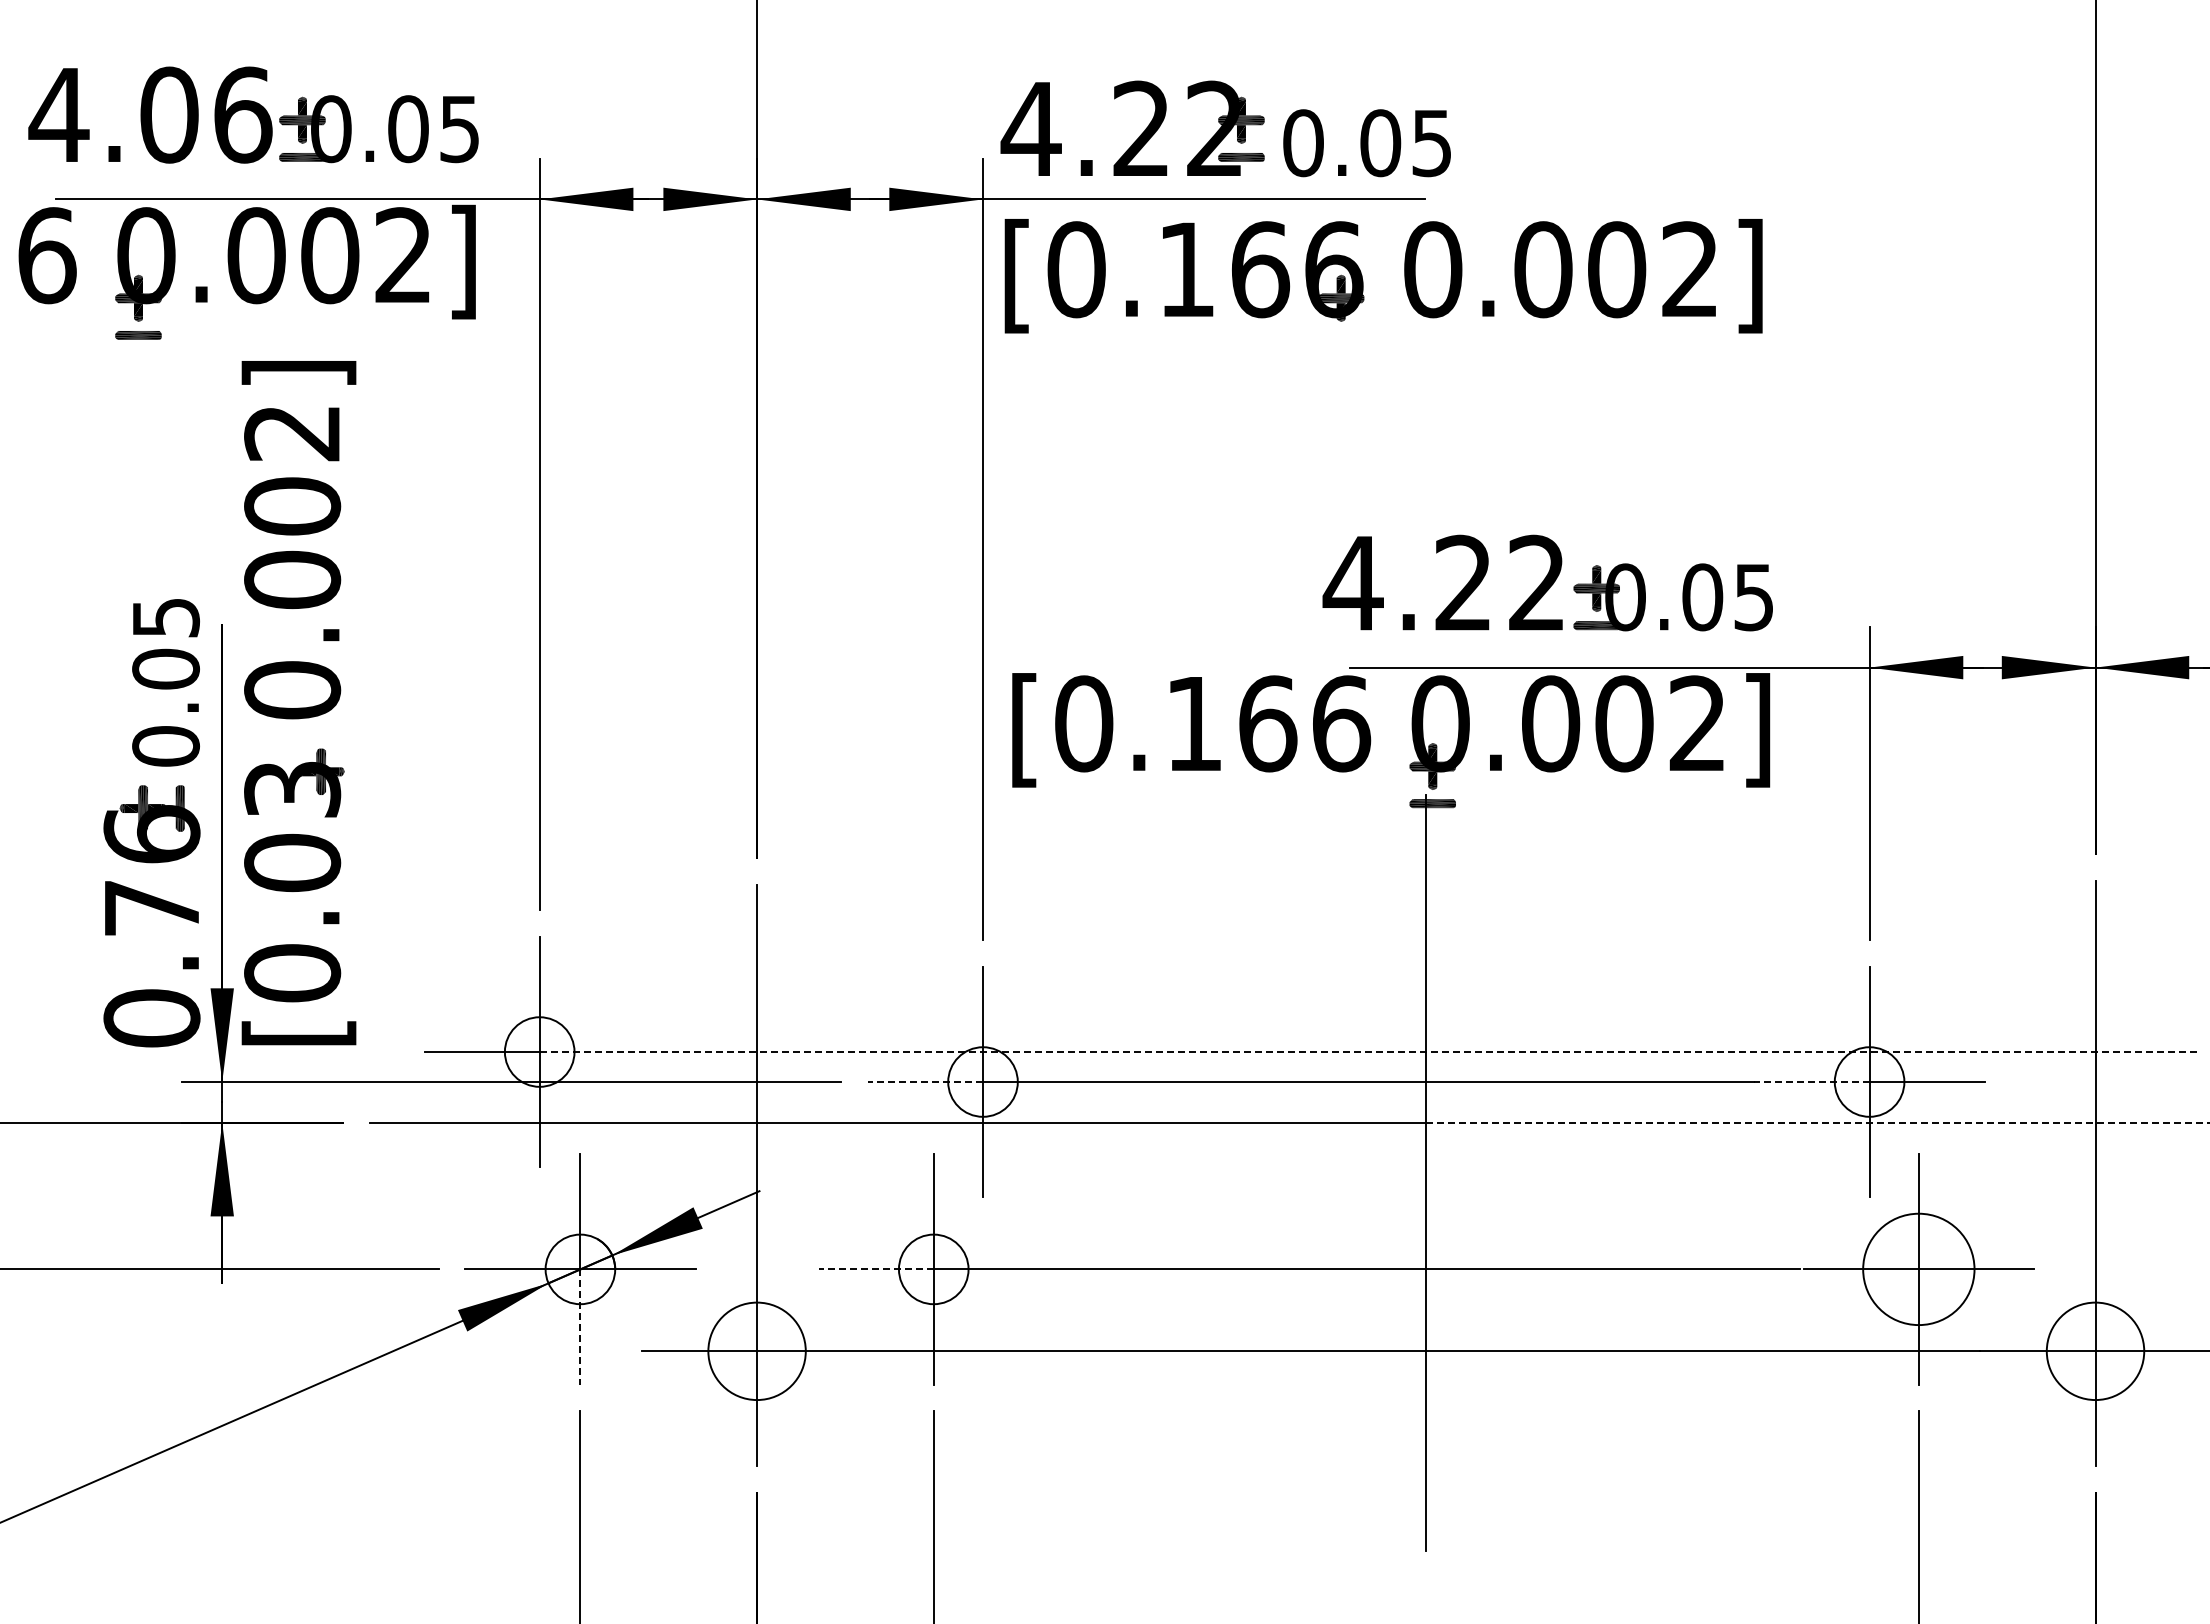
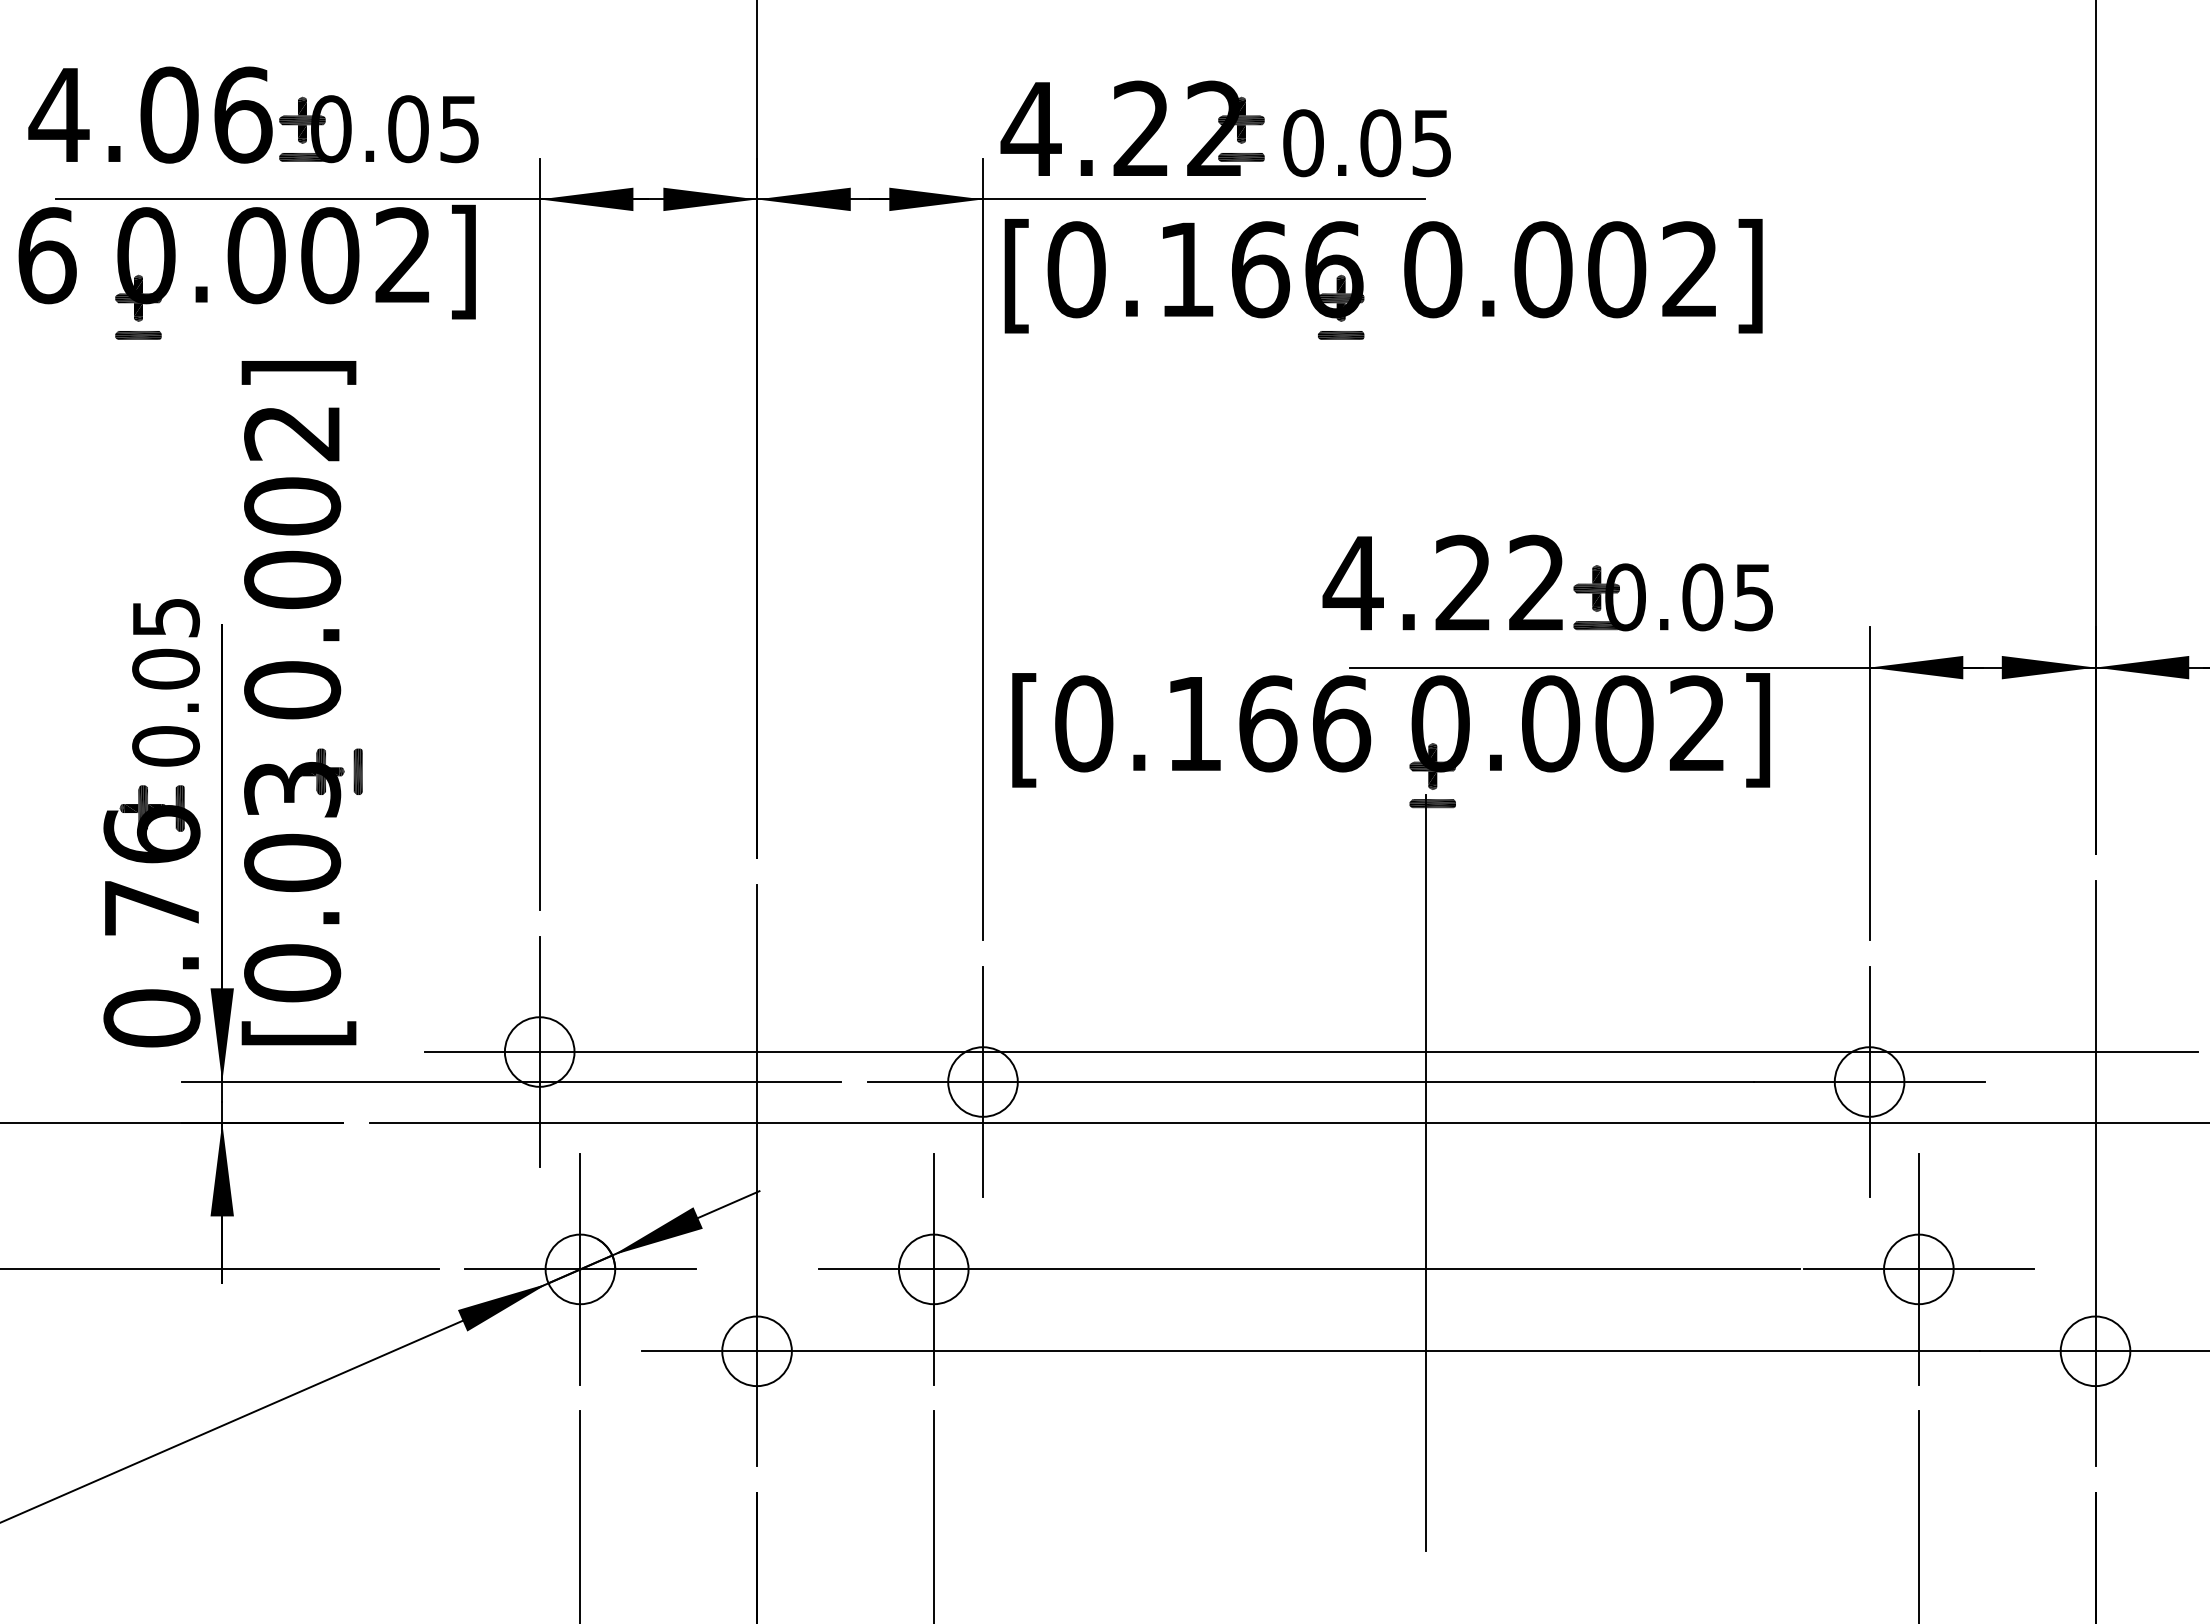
part at (1341, 335): none -> present
part at (357, 771): none -> present
line at (1369, 1052): dashed -> solid
line at (925, 1082): dashed -> solid
line at (1812, 1082): dashed -> solid
line at (1818, 1122): dashed -> solid
line at (876, 1269): dashed -> solid
circle at (1918, 1269) diameter: 111 px -> 70 px
line at (580, 1326): dashed -> solid
circle at (756, 1351) diameter: 97 px -> 70 px
circle at (2095, 1351) diameter: 97 px -> 70 px
